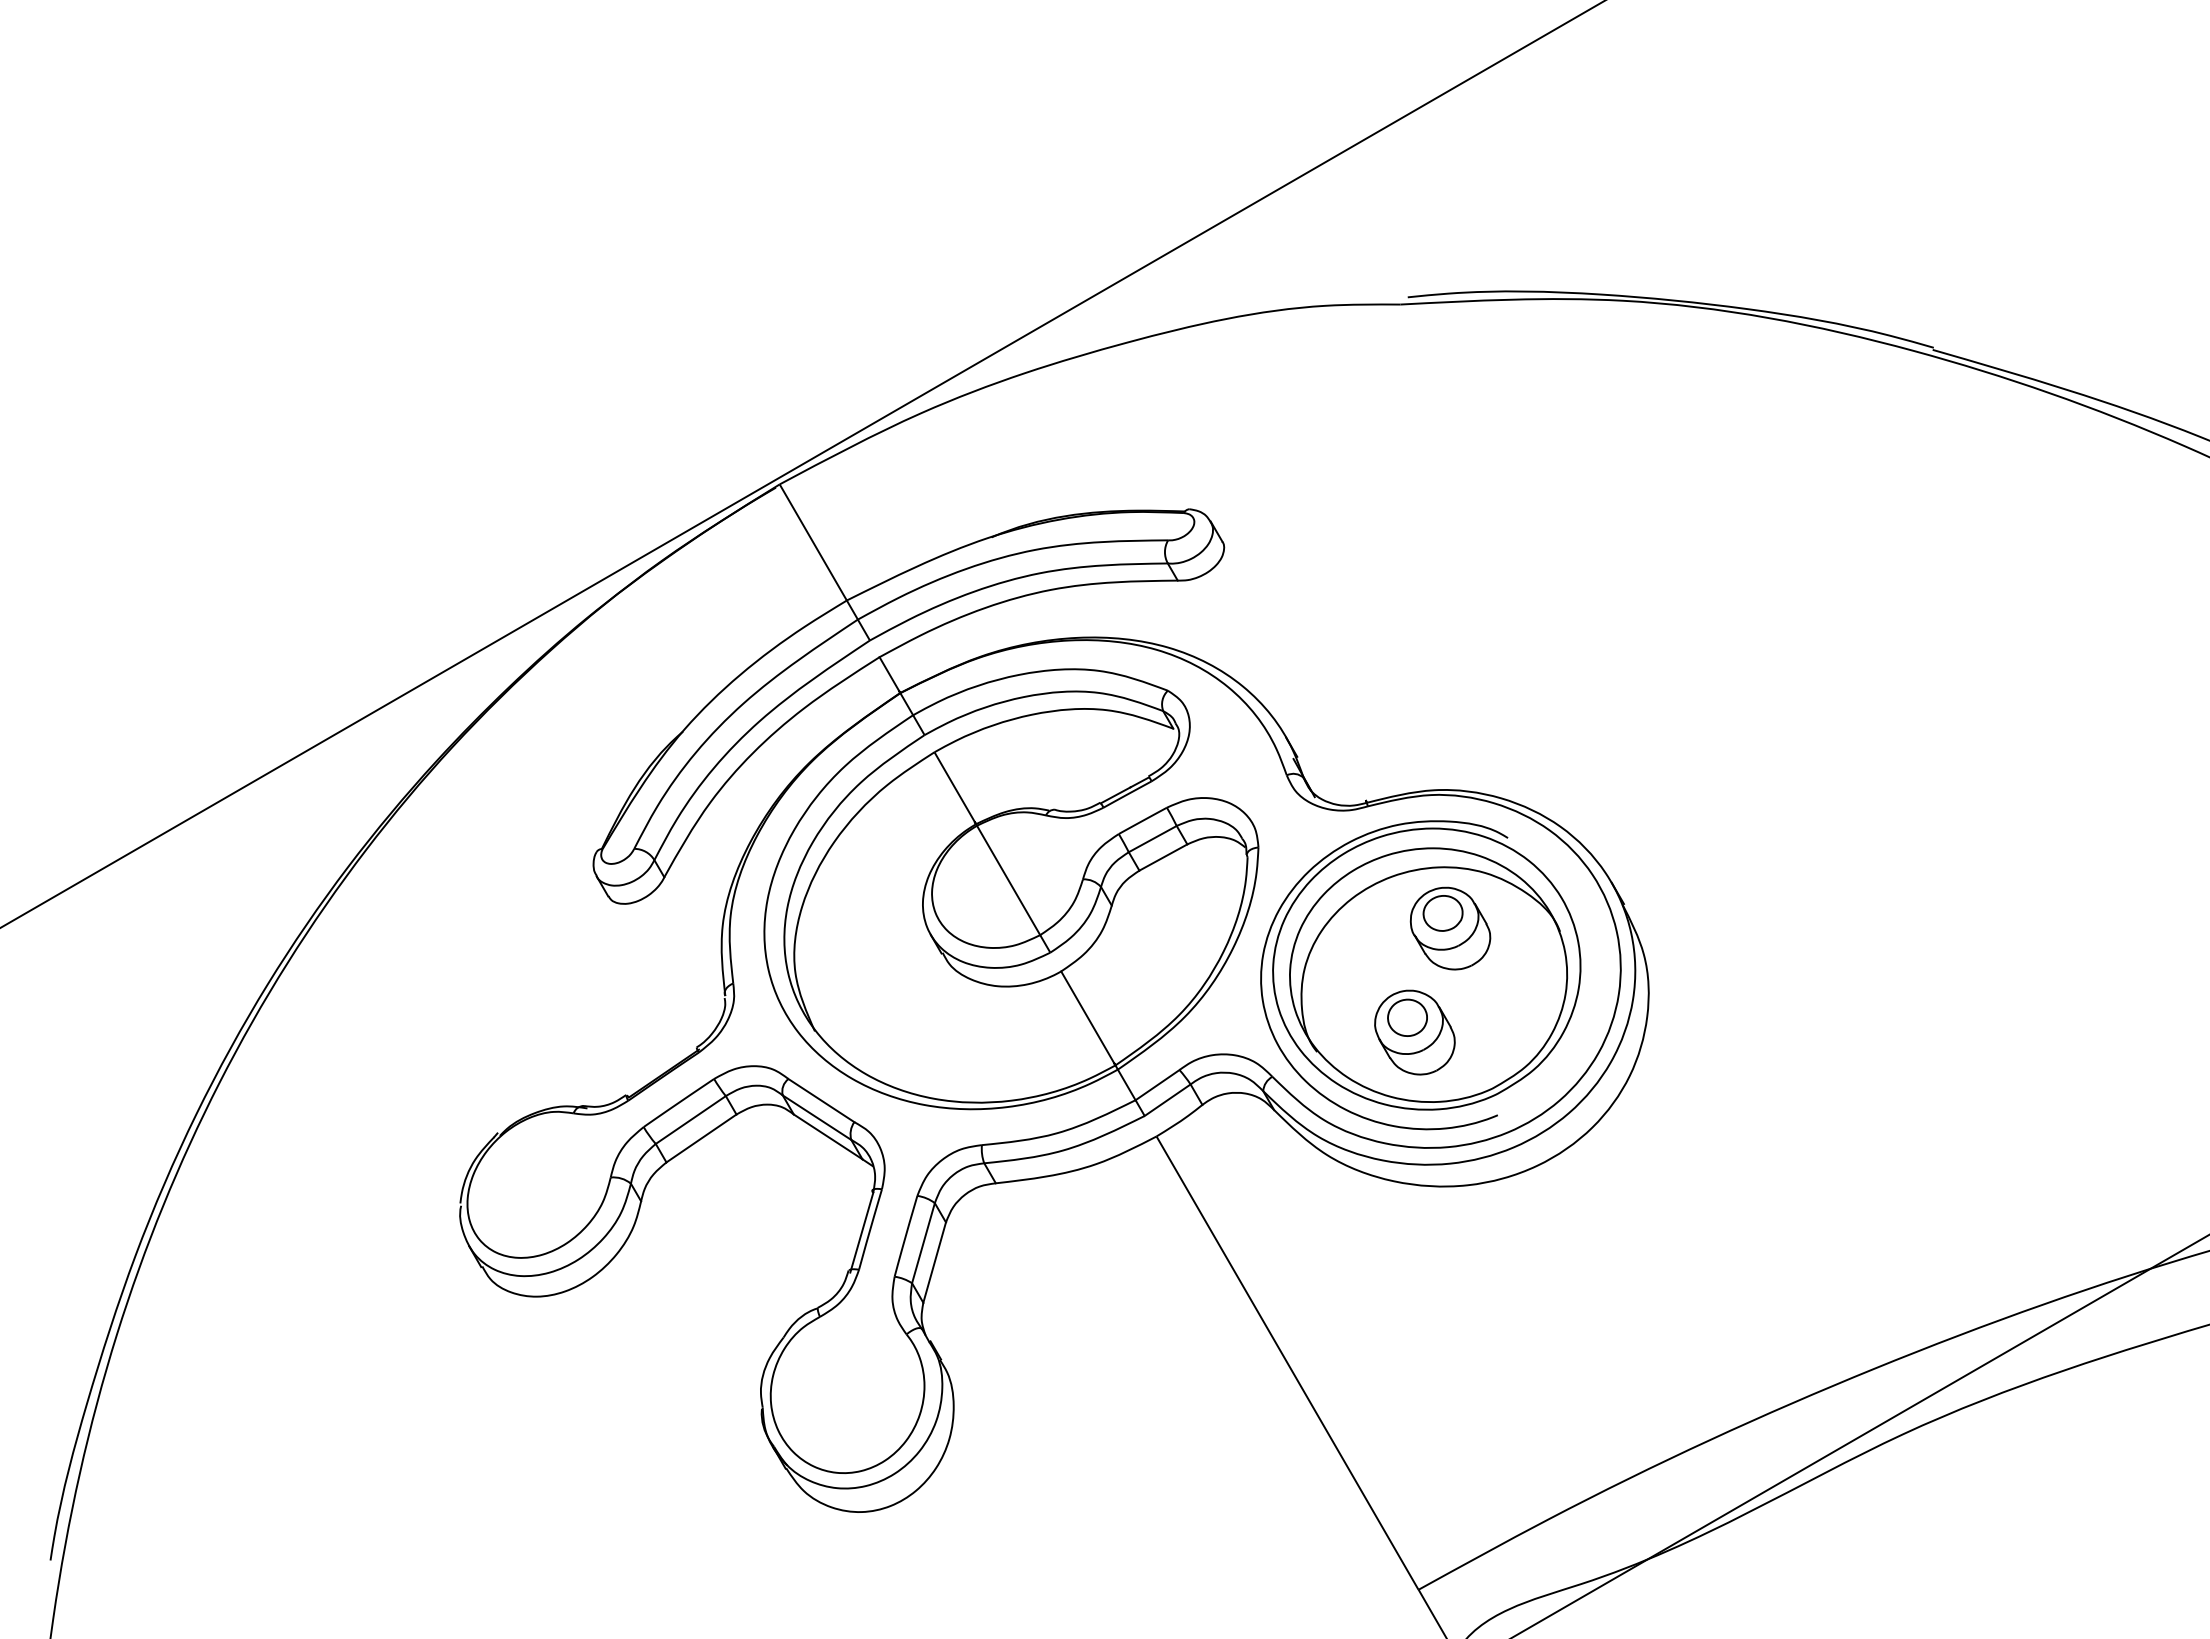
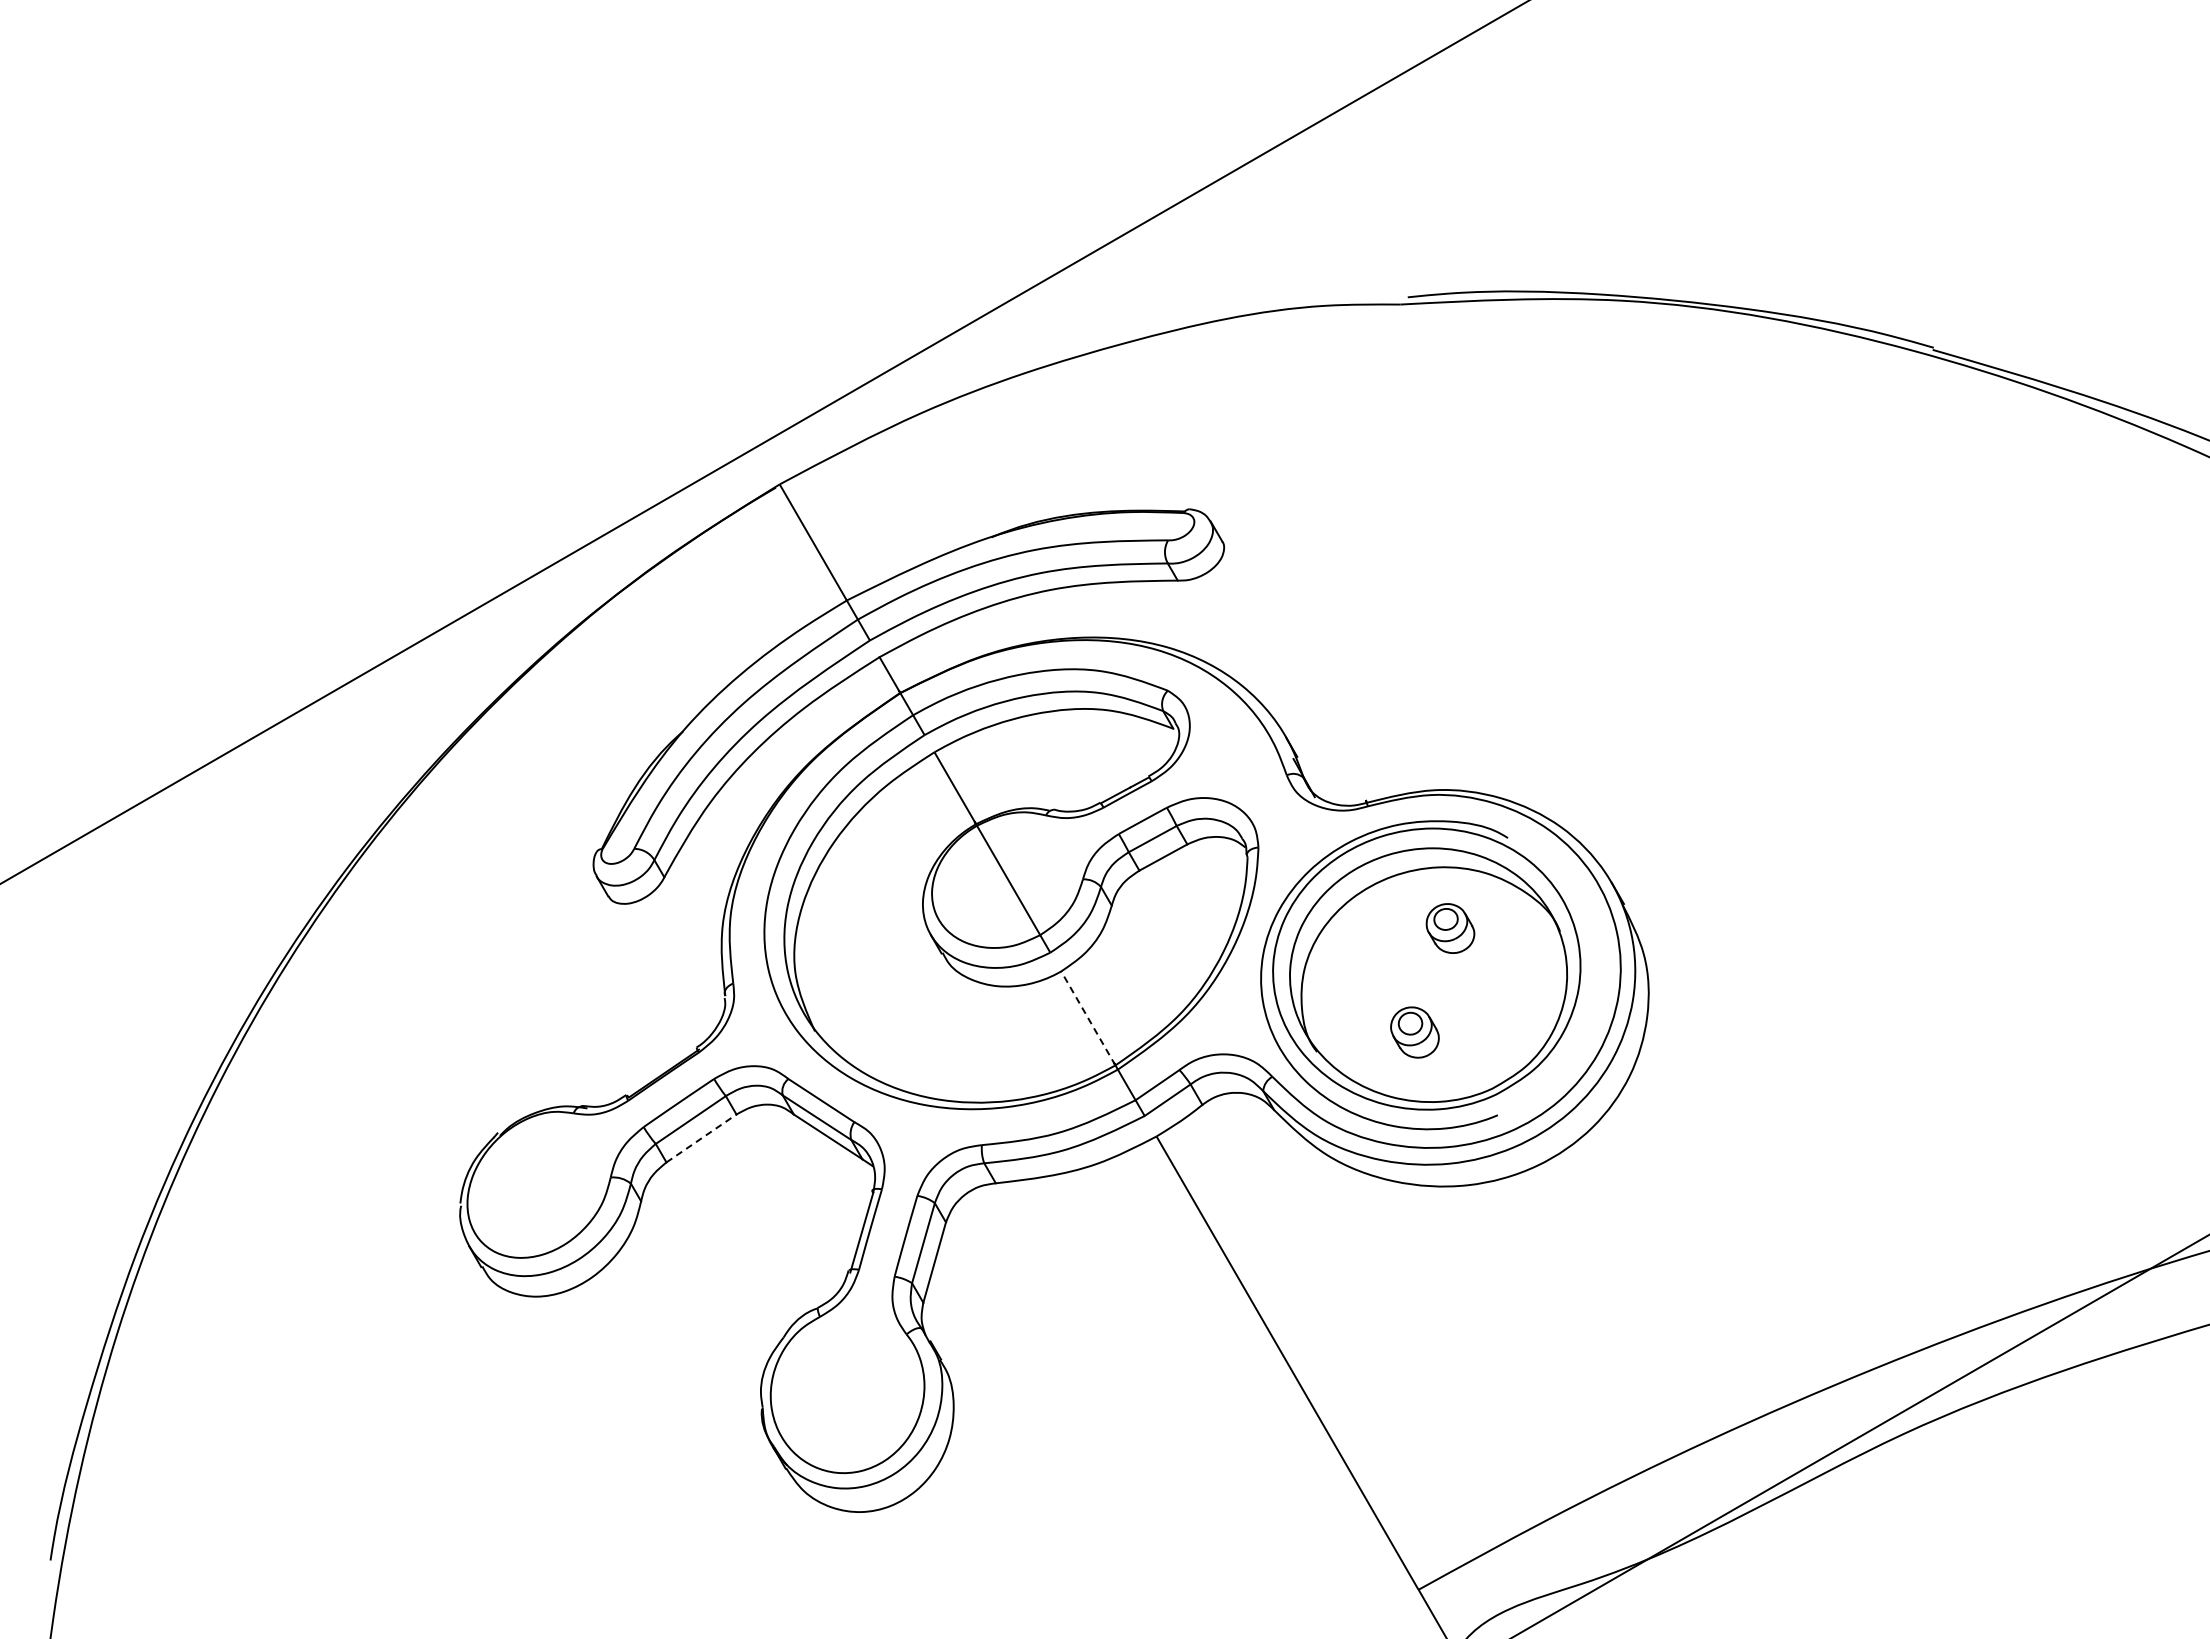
line at (802, 464) position: (802, 464) -> (763, 442)
part at (1450, 928) size: 83x85 px -> 51x51 px
line at (1088, 1018): solid -> dashed
part at (1414, 1032) size: 82x87 px -> 50x53 px
line at (701, 1138): solid -> dashed
